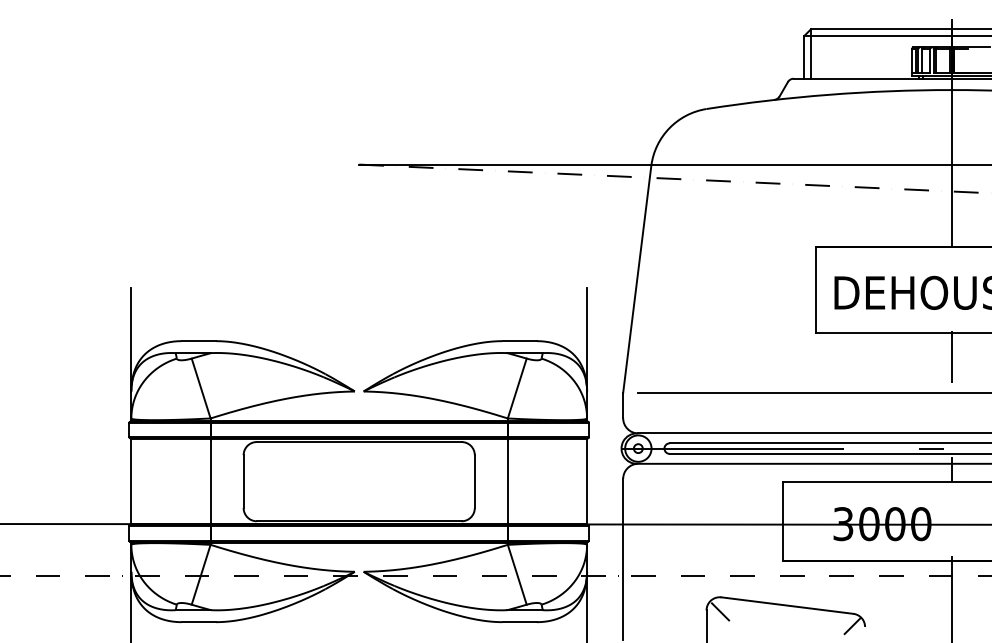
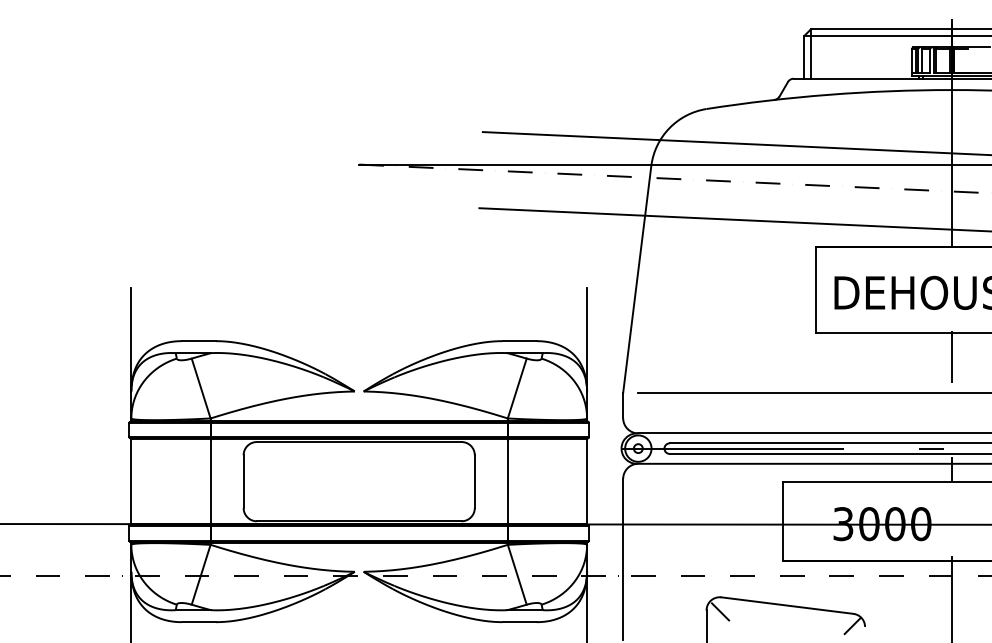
line at (735, 143): none -> present
line at (733, 219): none -> present
